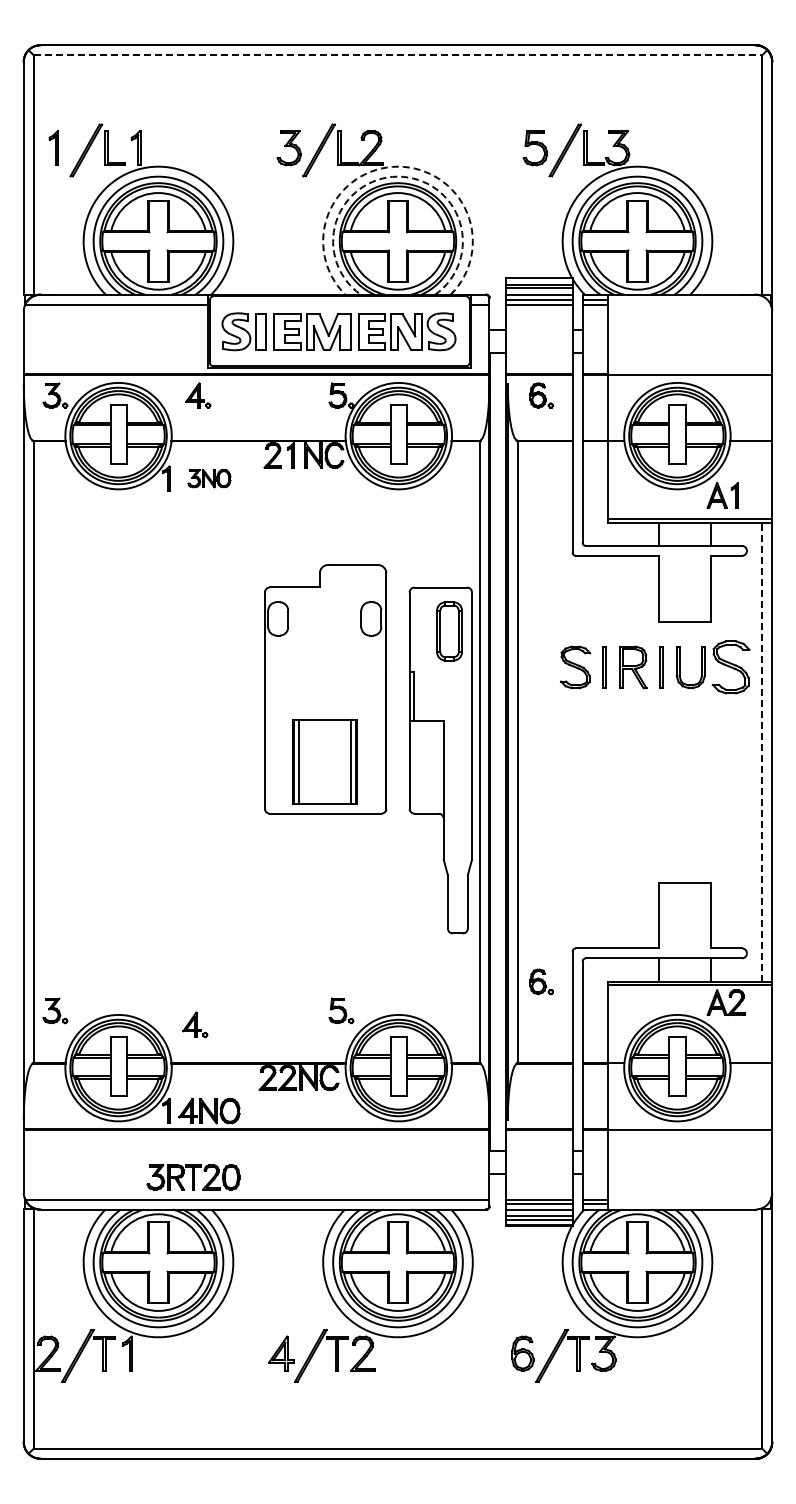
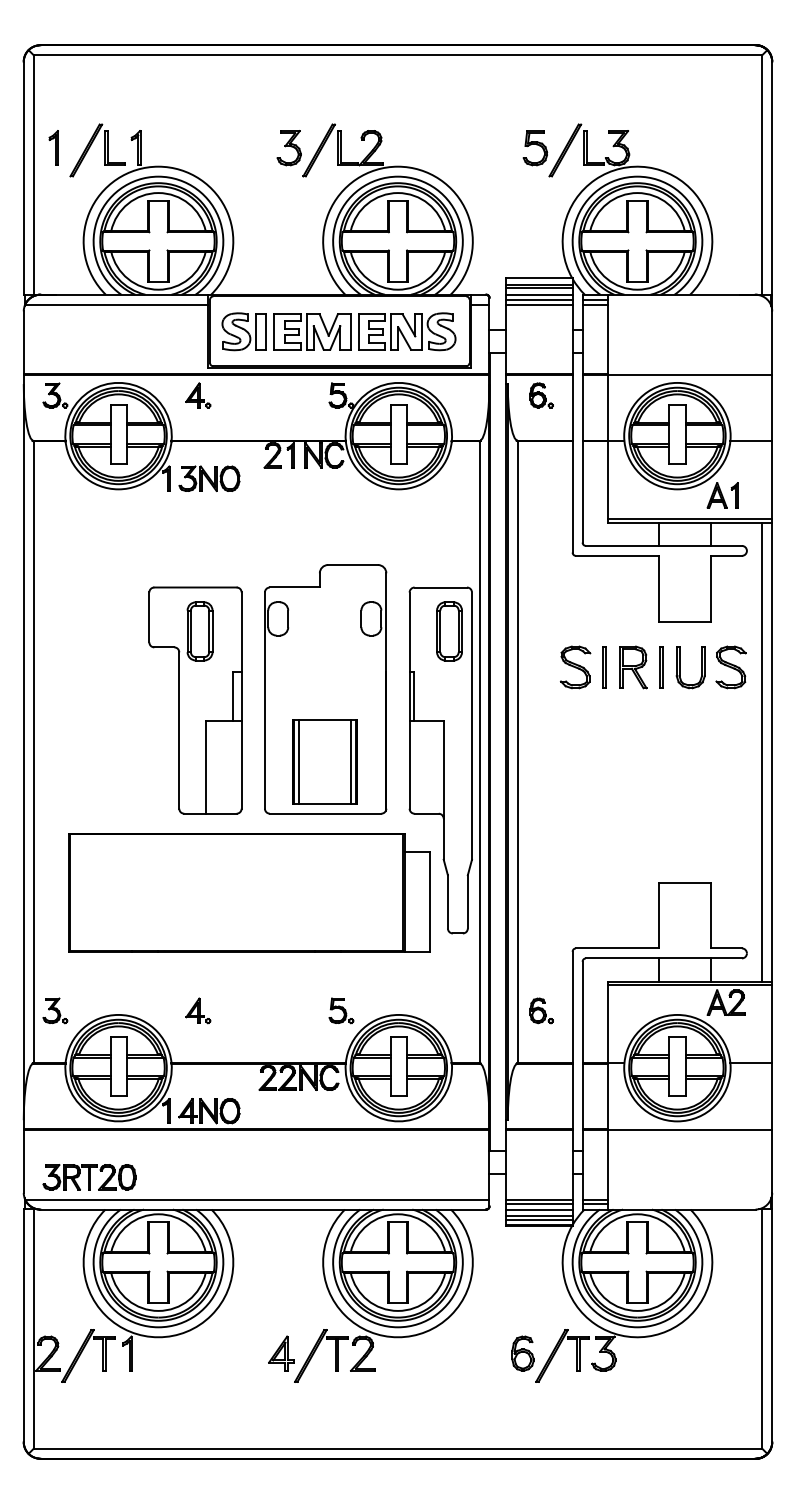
line at (398, 55): dashed -> solid
arc at (398, 166): dashed -> solid
arc at (398, 176): dashed -> solid
part at (209, 478) size: 45x20 px -> 63x27 px
part at (731, 667) size: 39x55 px -> 32x45 px
part at (195, 700): none -> present
line at (762, 752): dashed -> solid
part at (249, 892): none -> present
part at (541, 981) position: (541, 981) -> (541, 1010)
part at (195, 1024) position: (195, 1024) -> (198, 1010)
part at (193, 1177) position: (193, 1177) -> (89, 1177)
